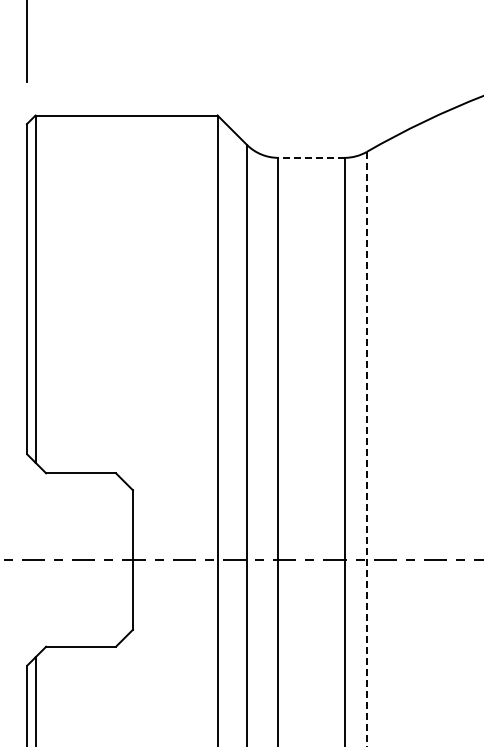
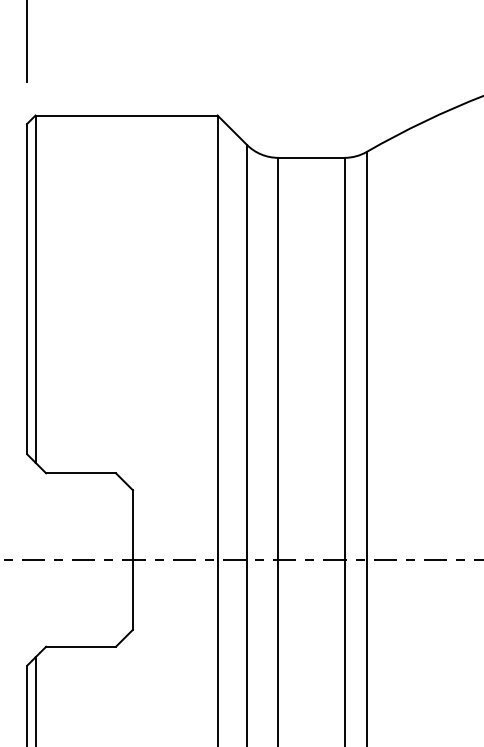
line at (310, 157): dashed -> solid
line at (366, 449): dashed -> solid
